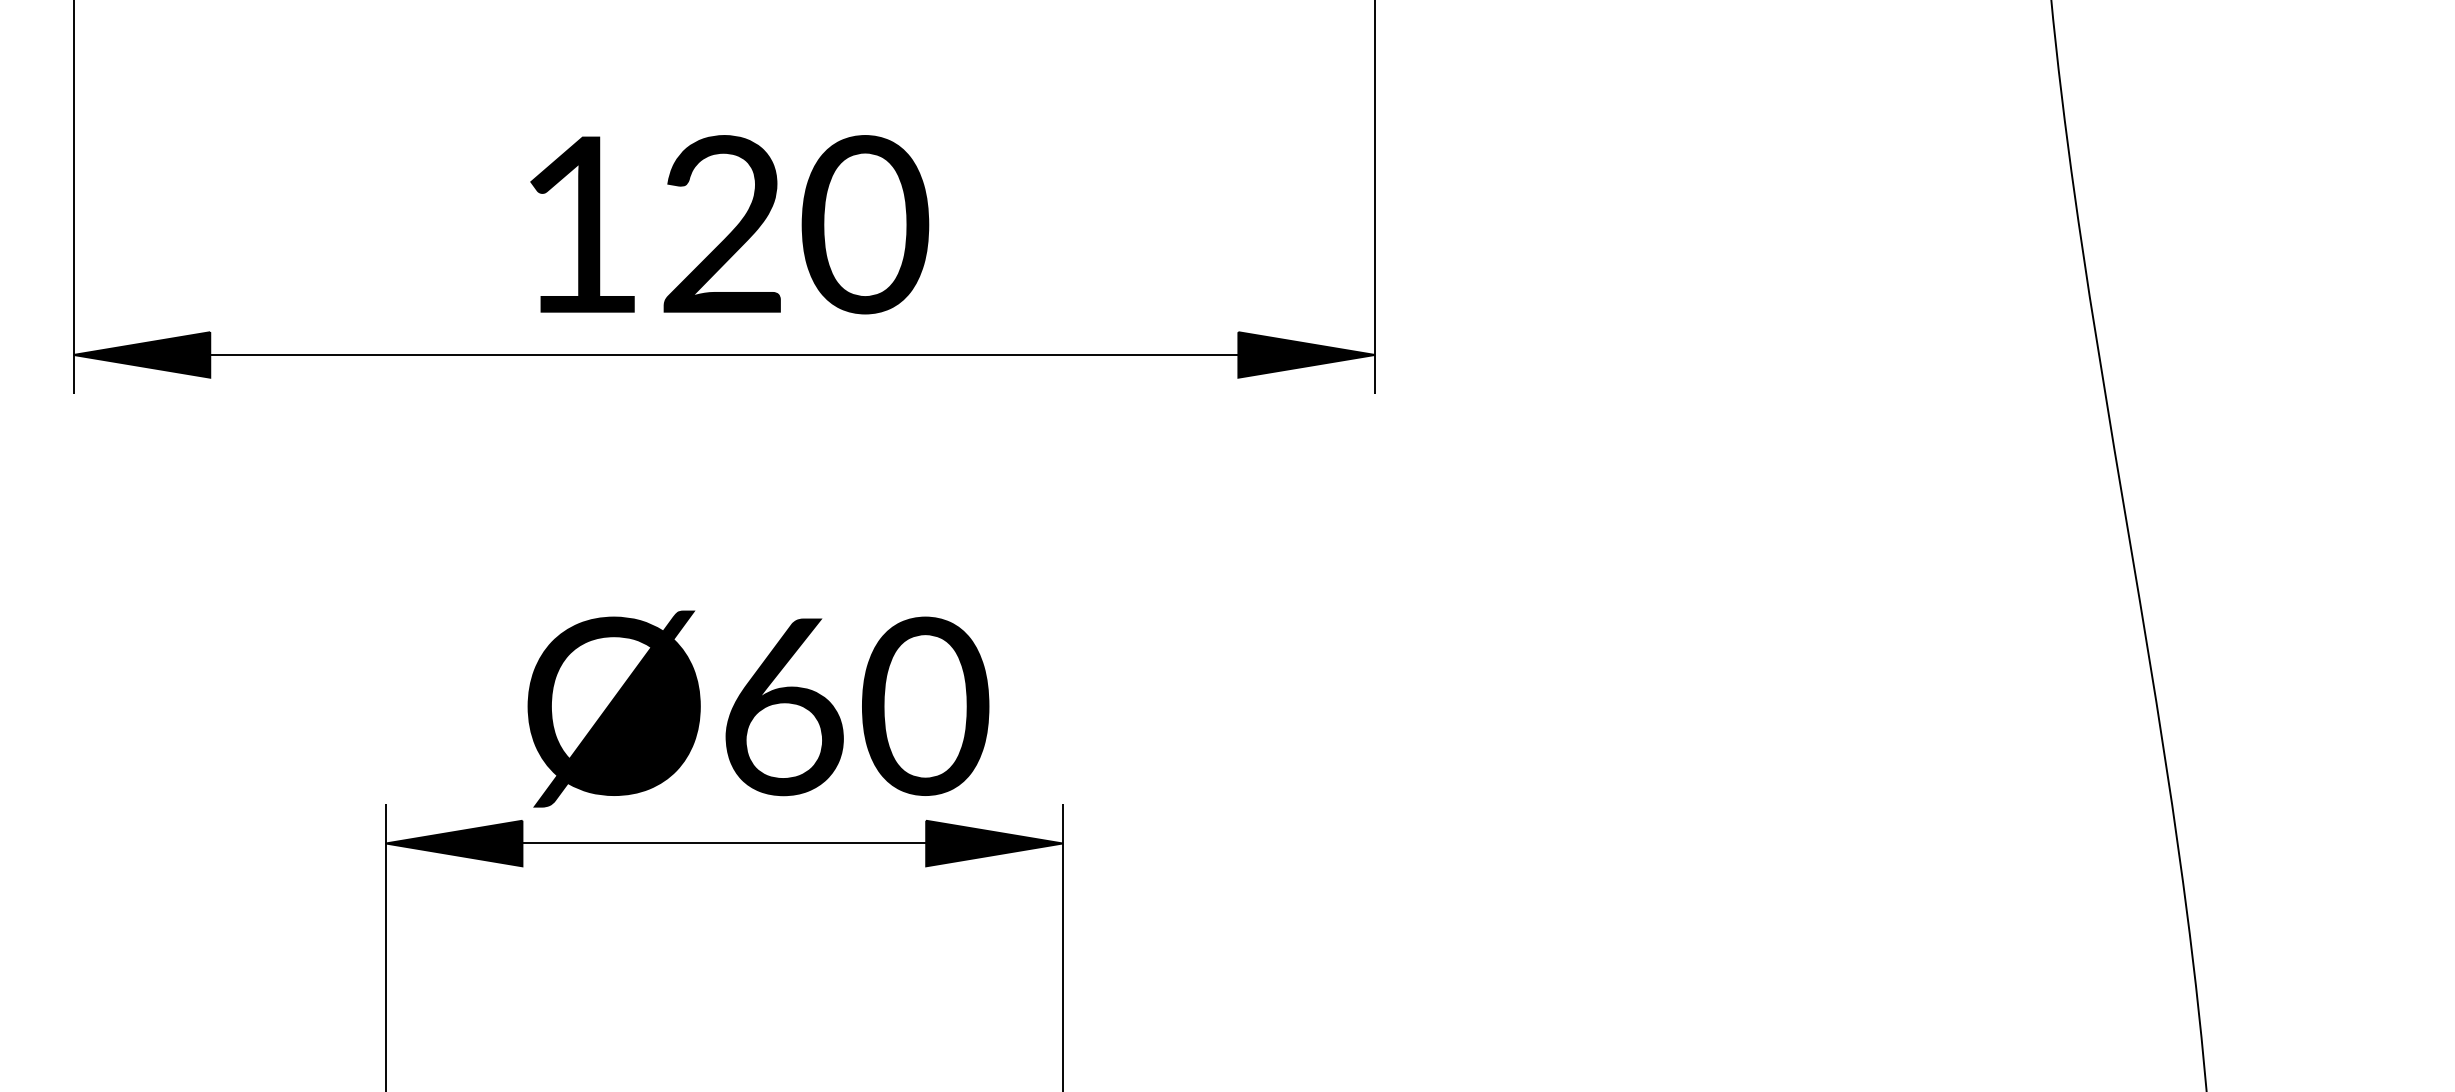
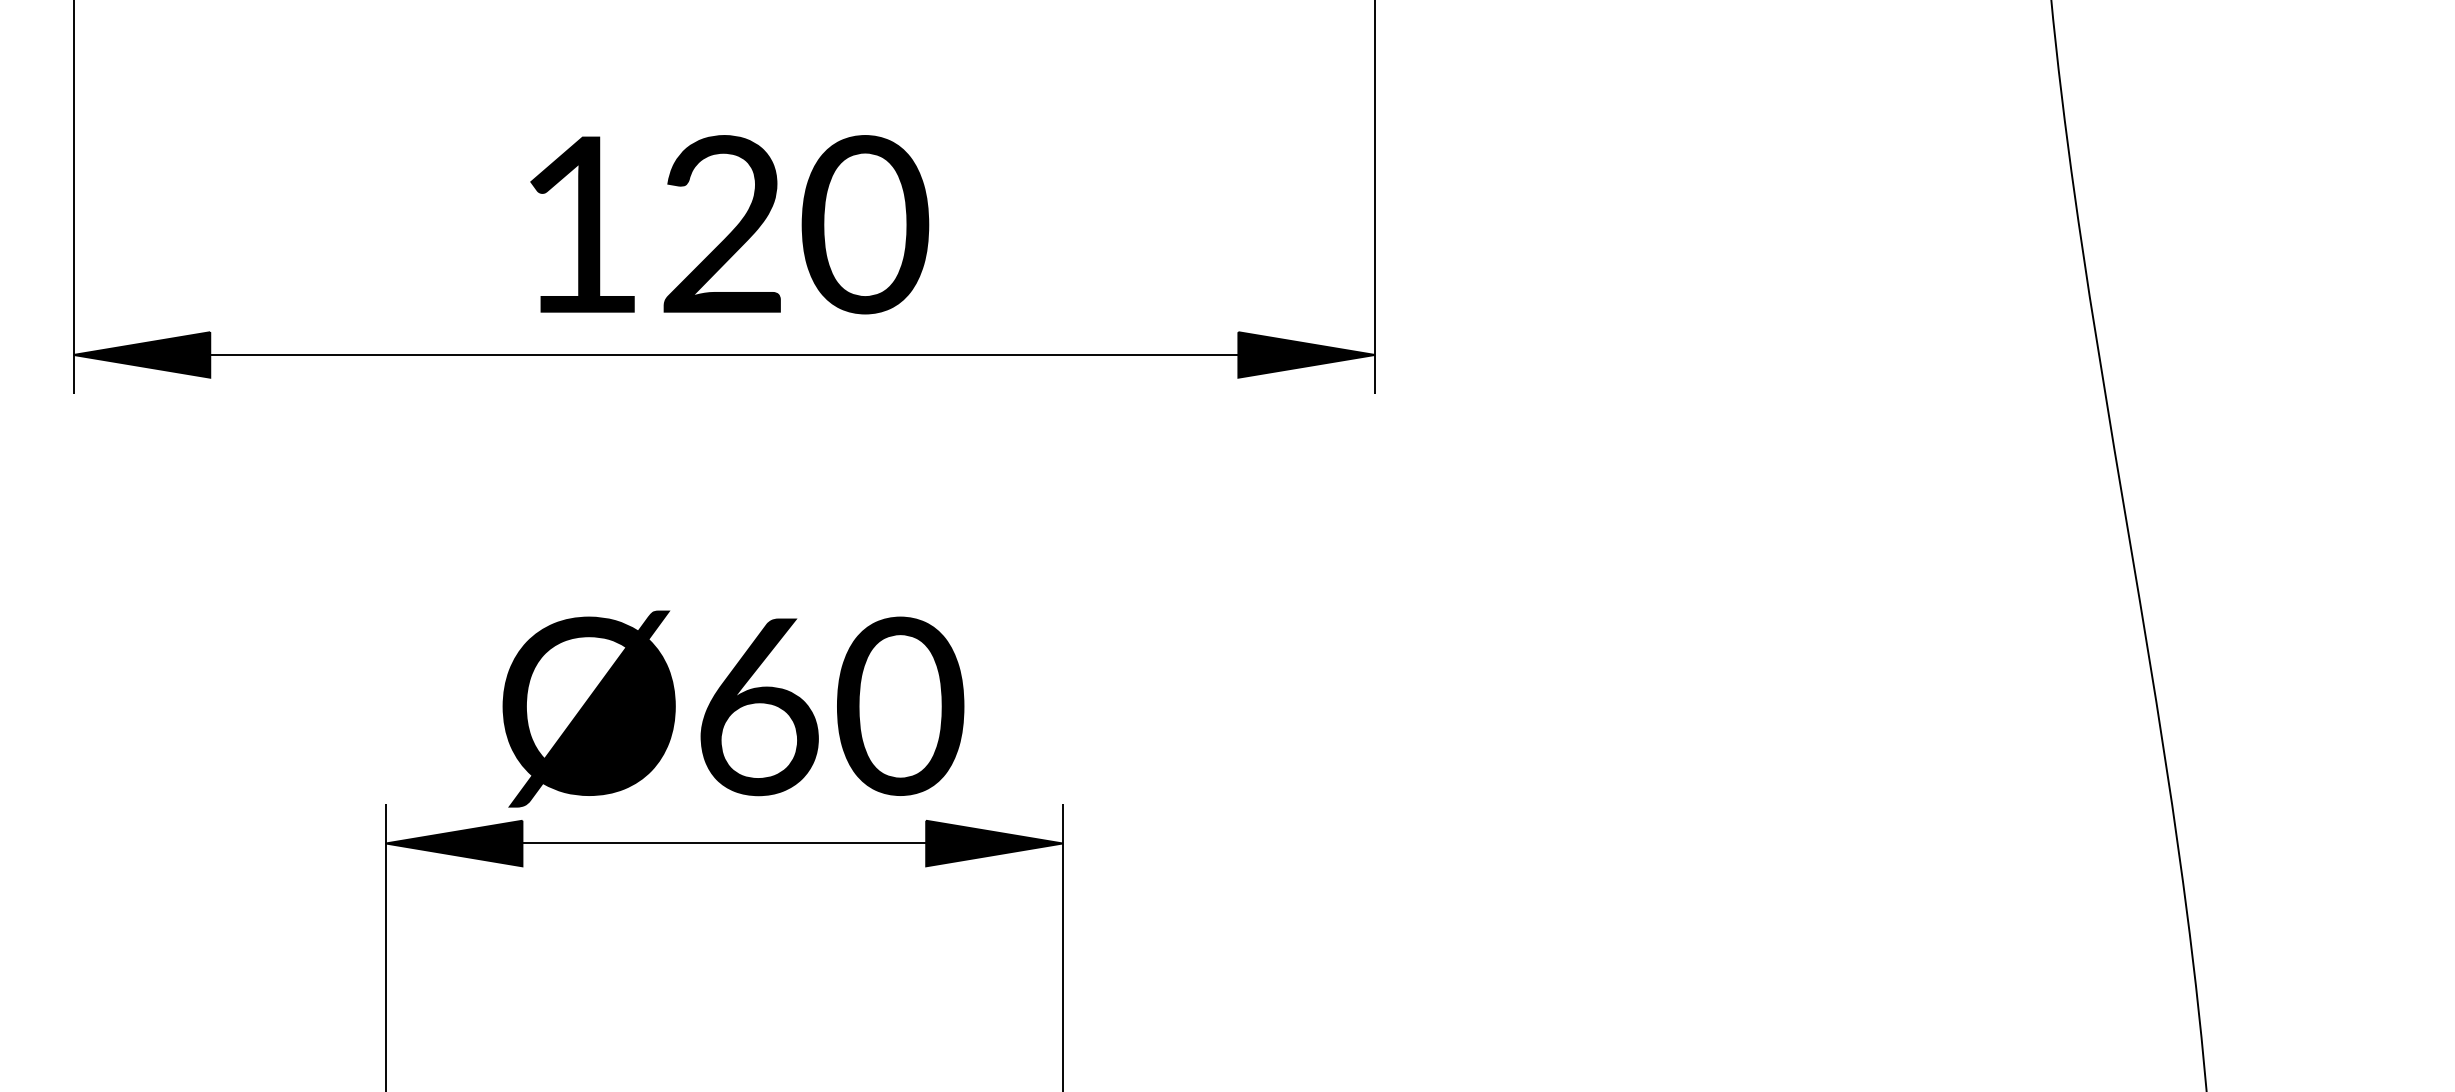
text at (758, 708) position: (758, 708) -> (733, 708)
